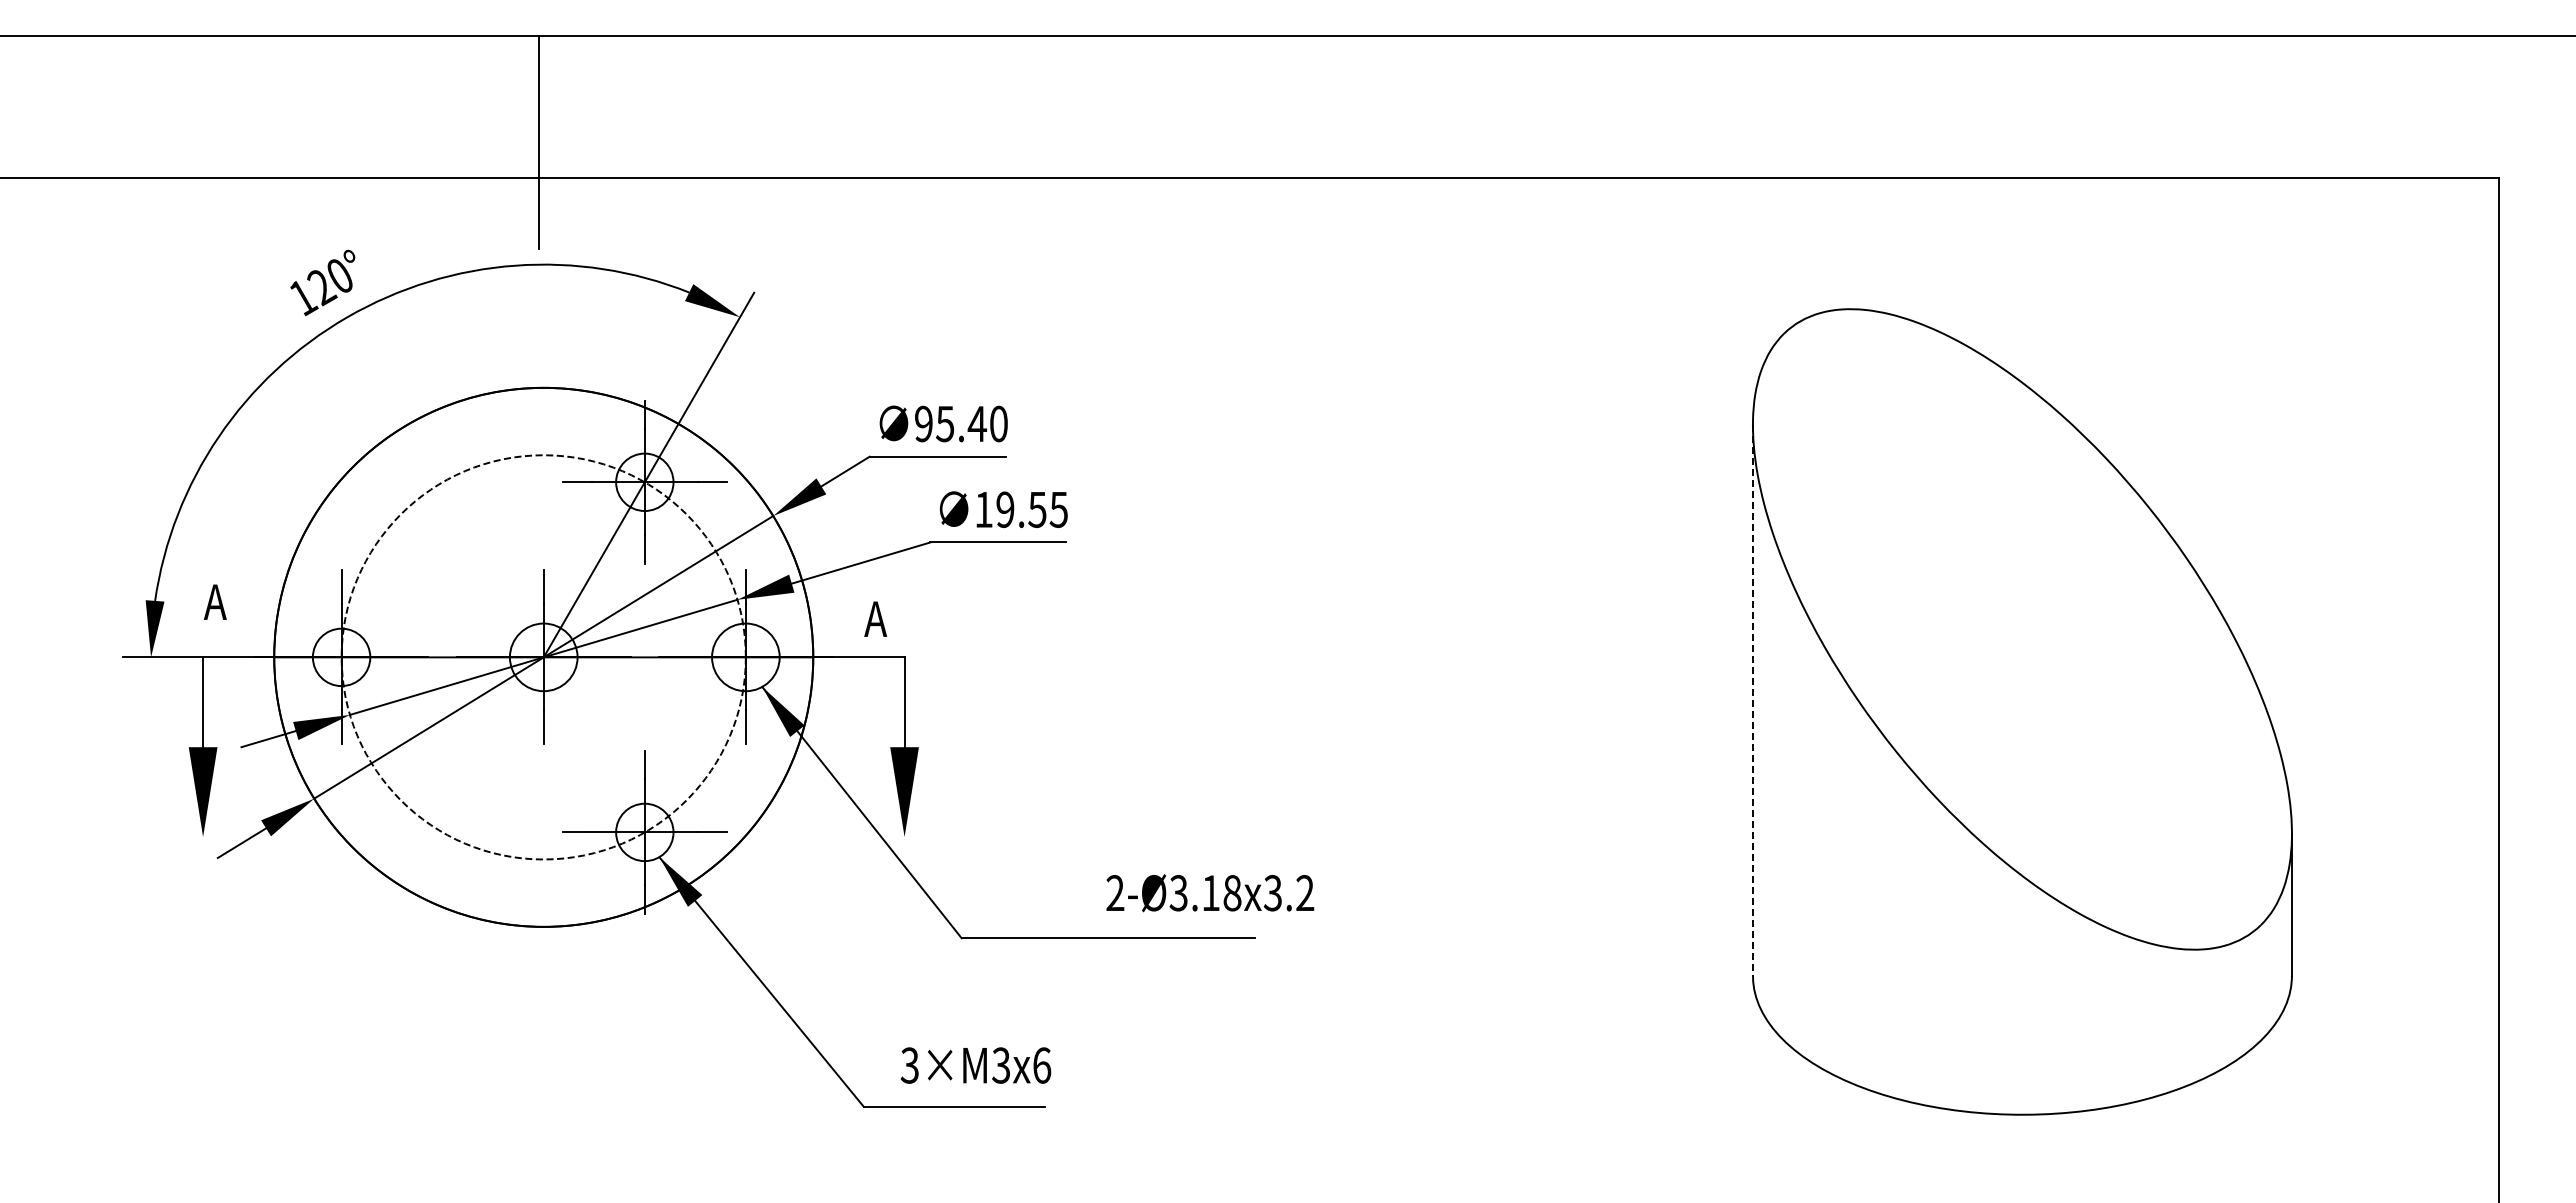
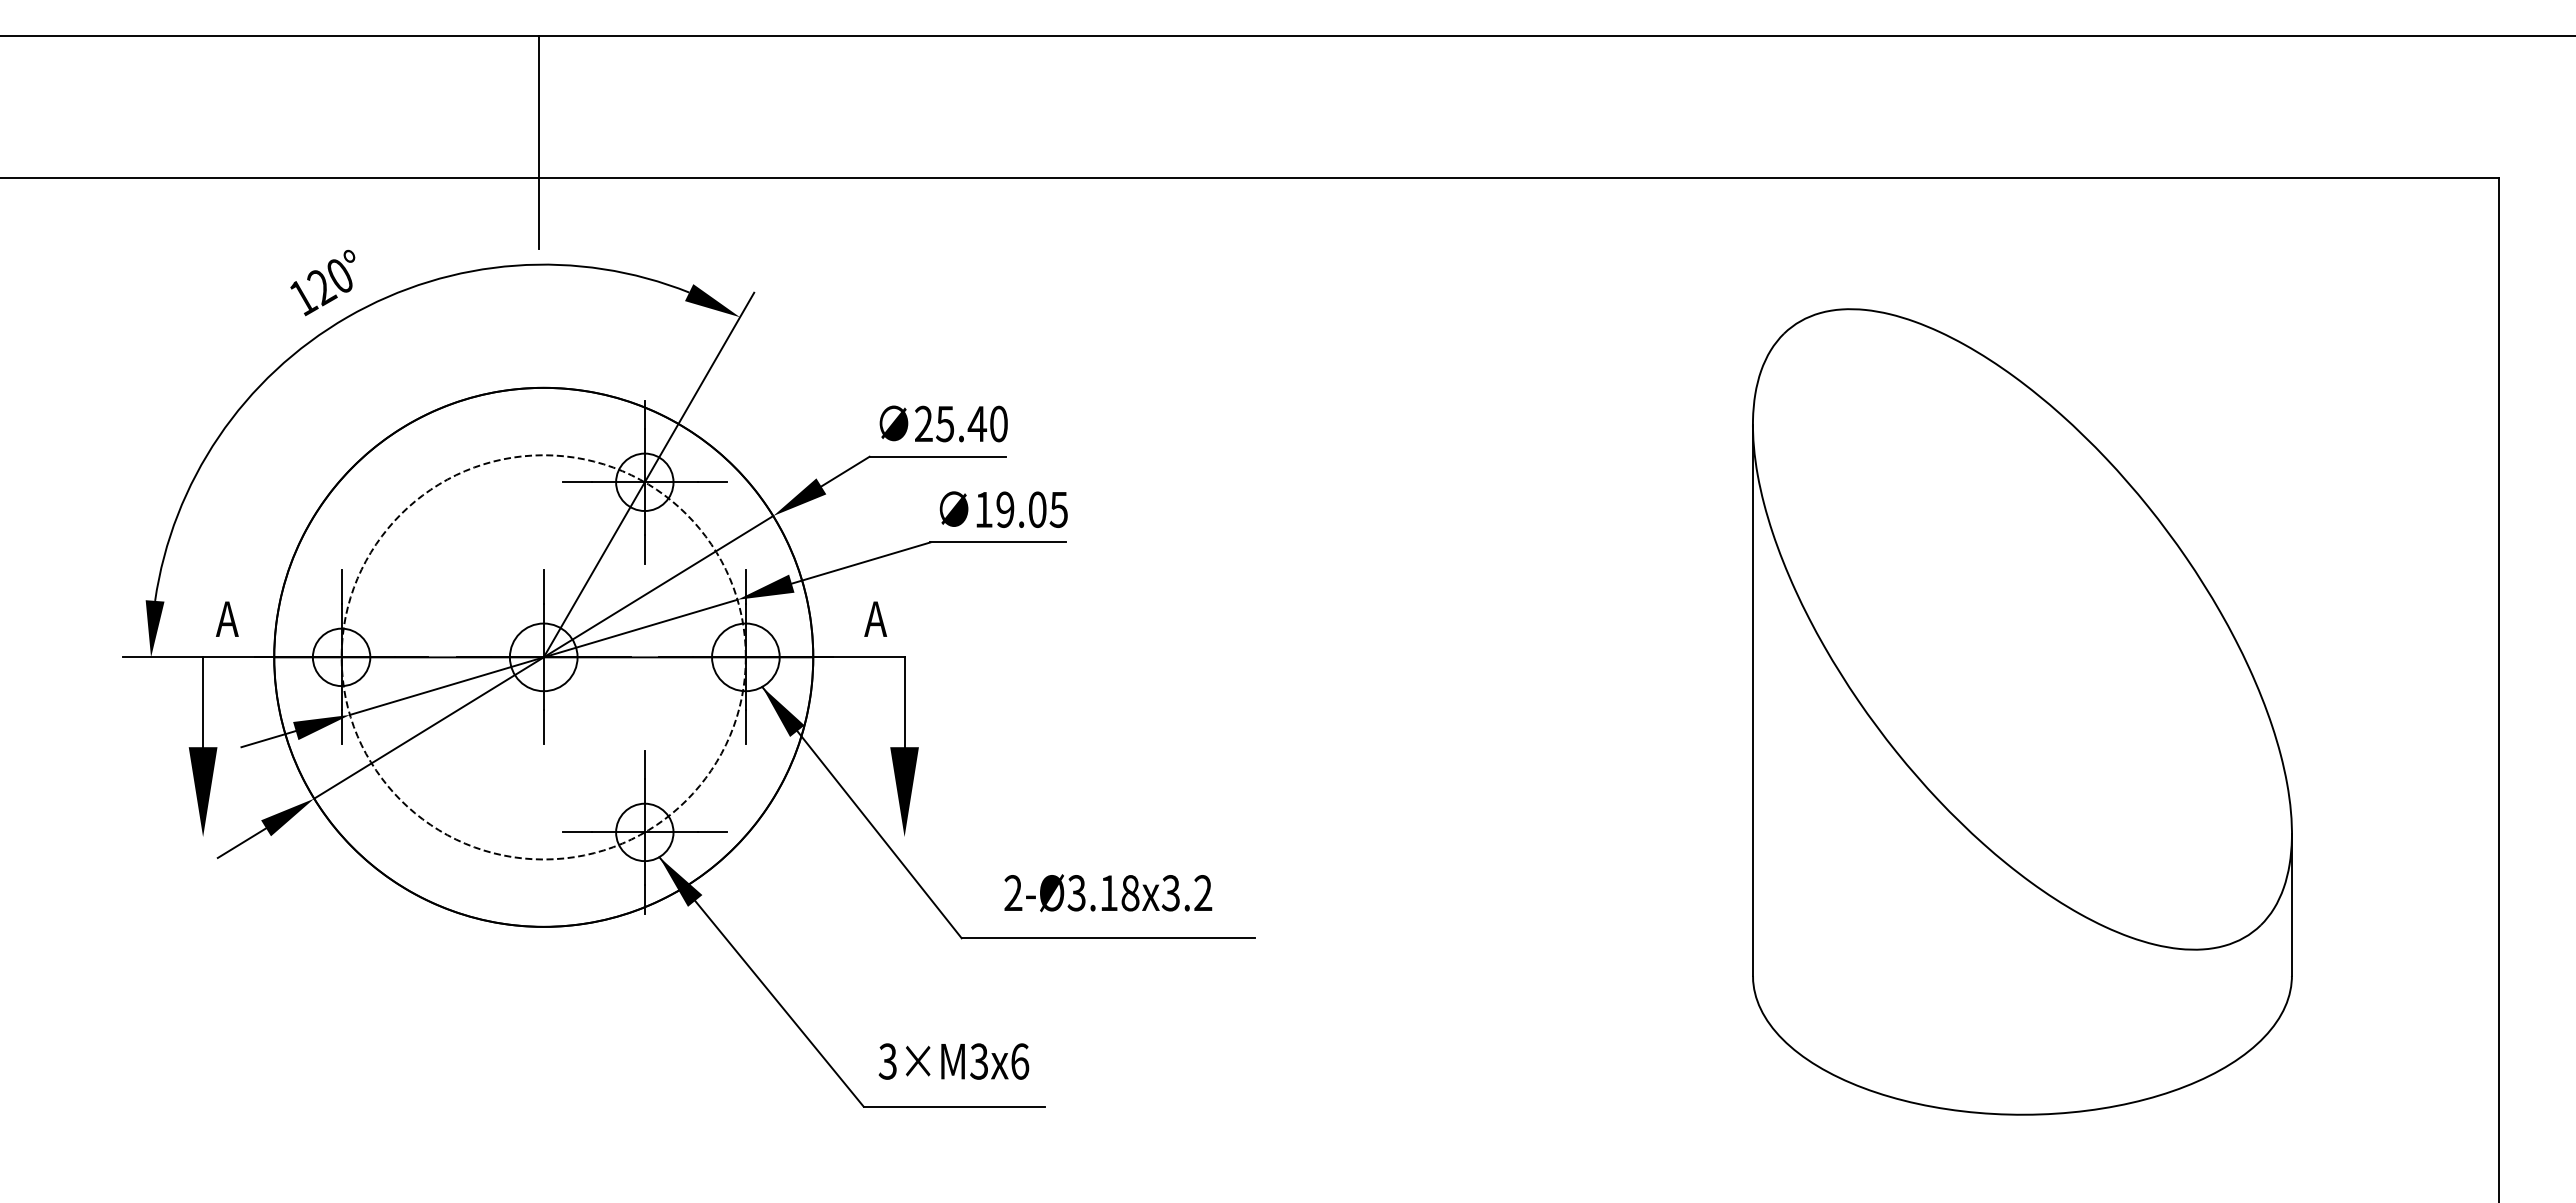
text at (923, 424): 95.40 -> 25.40
text at (1037, 509): 19.55 -> 19.05
text at (215, 601) position: (215, 601) -> (227, 618)
line at (1752, 701): dashed -> solid
text at (1210, 893) position: (1210, 893) -> (1108, 893)
text at (975, 1065) position: (975, 1065) -> (953, 1061)
